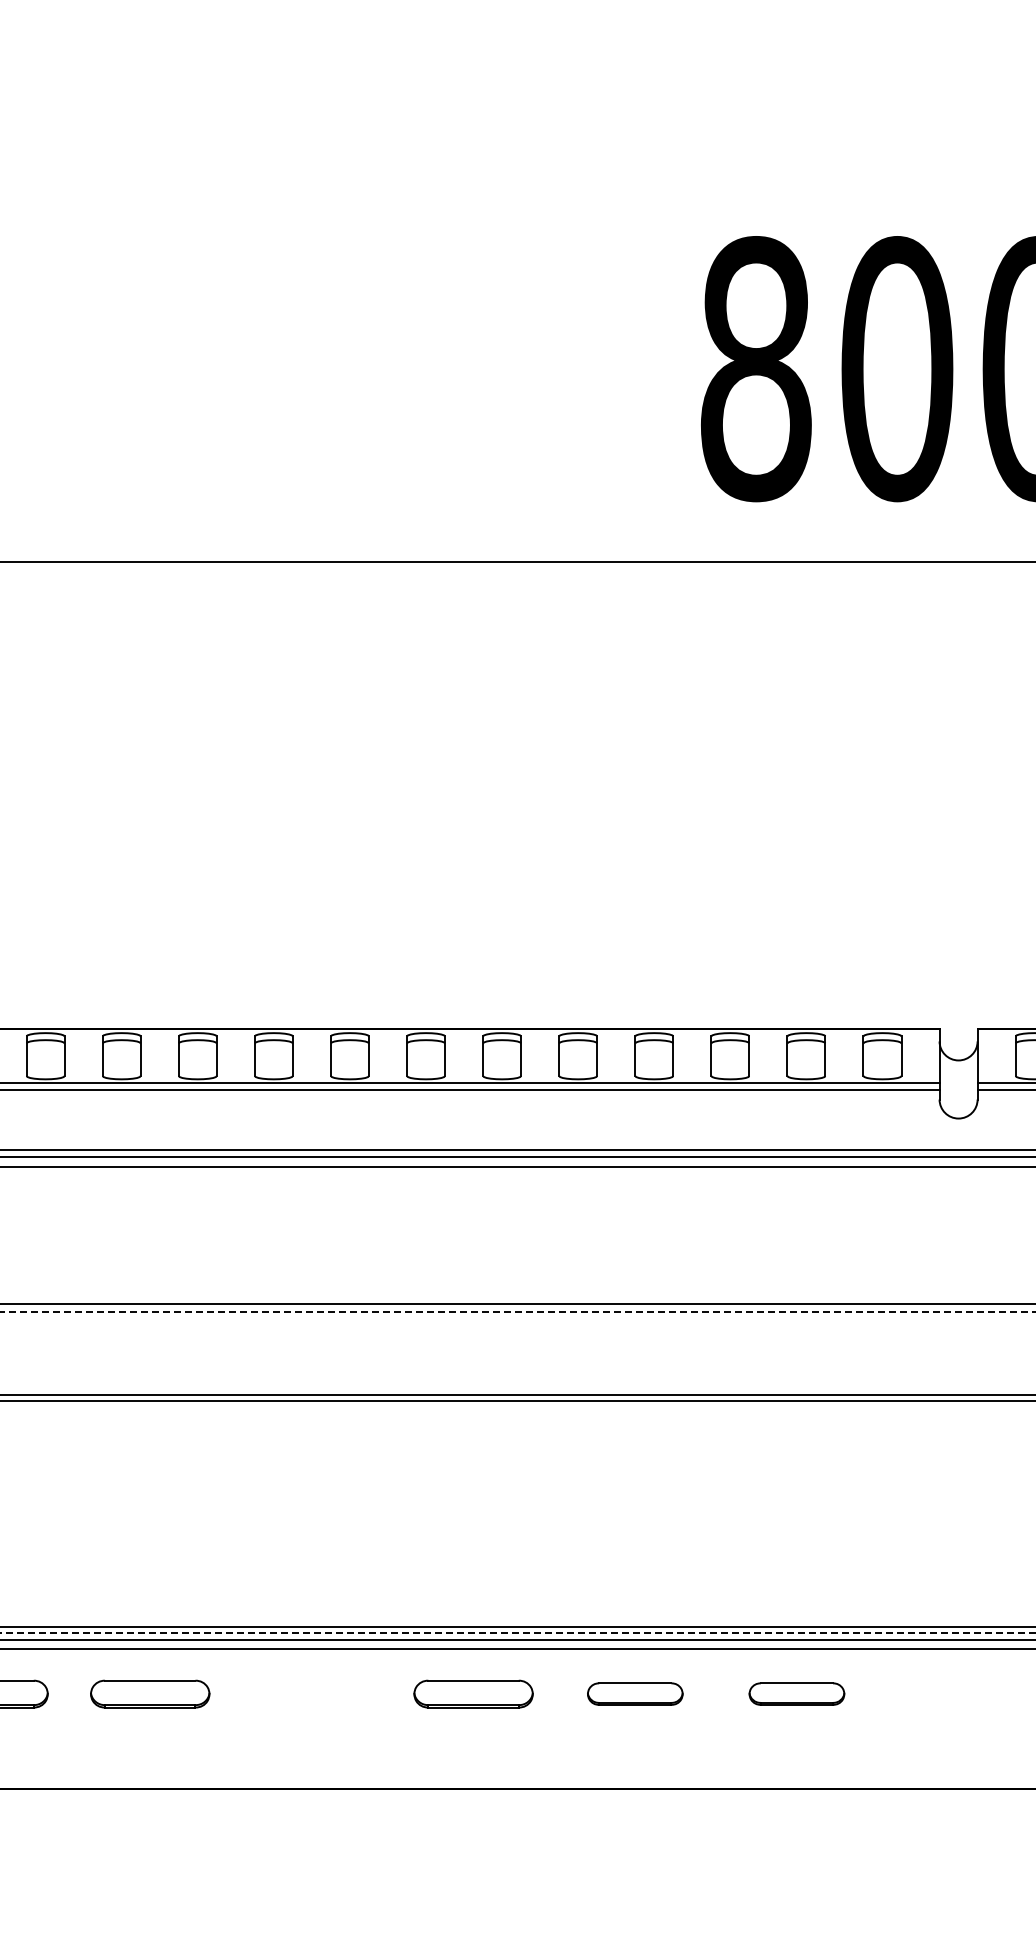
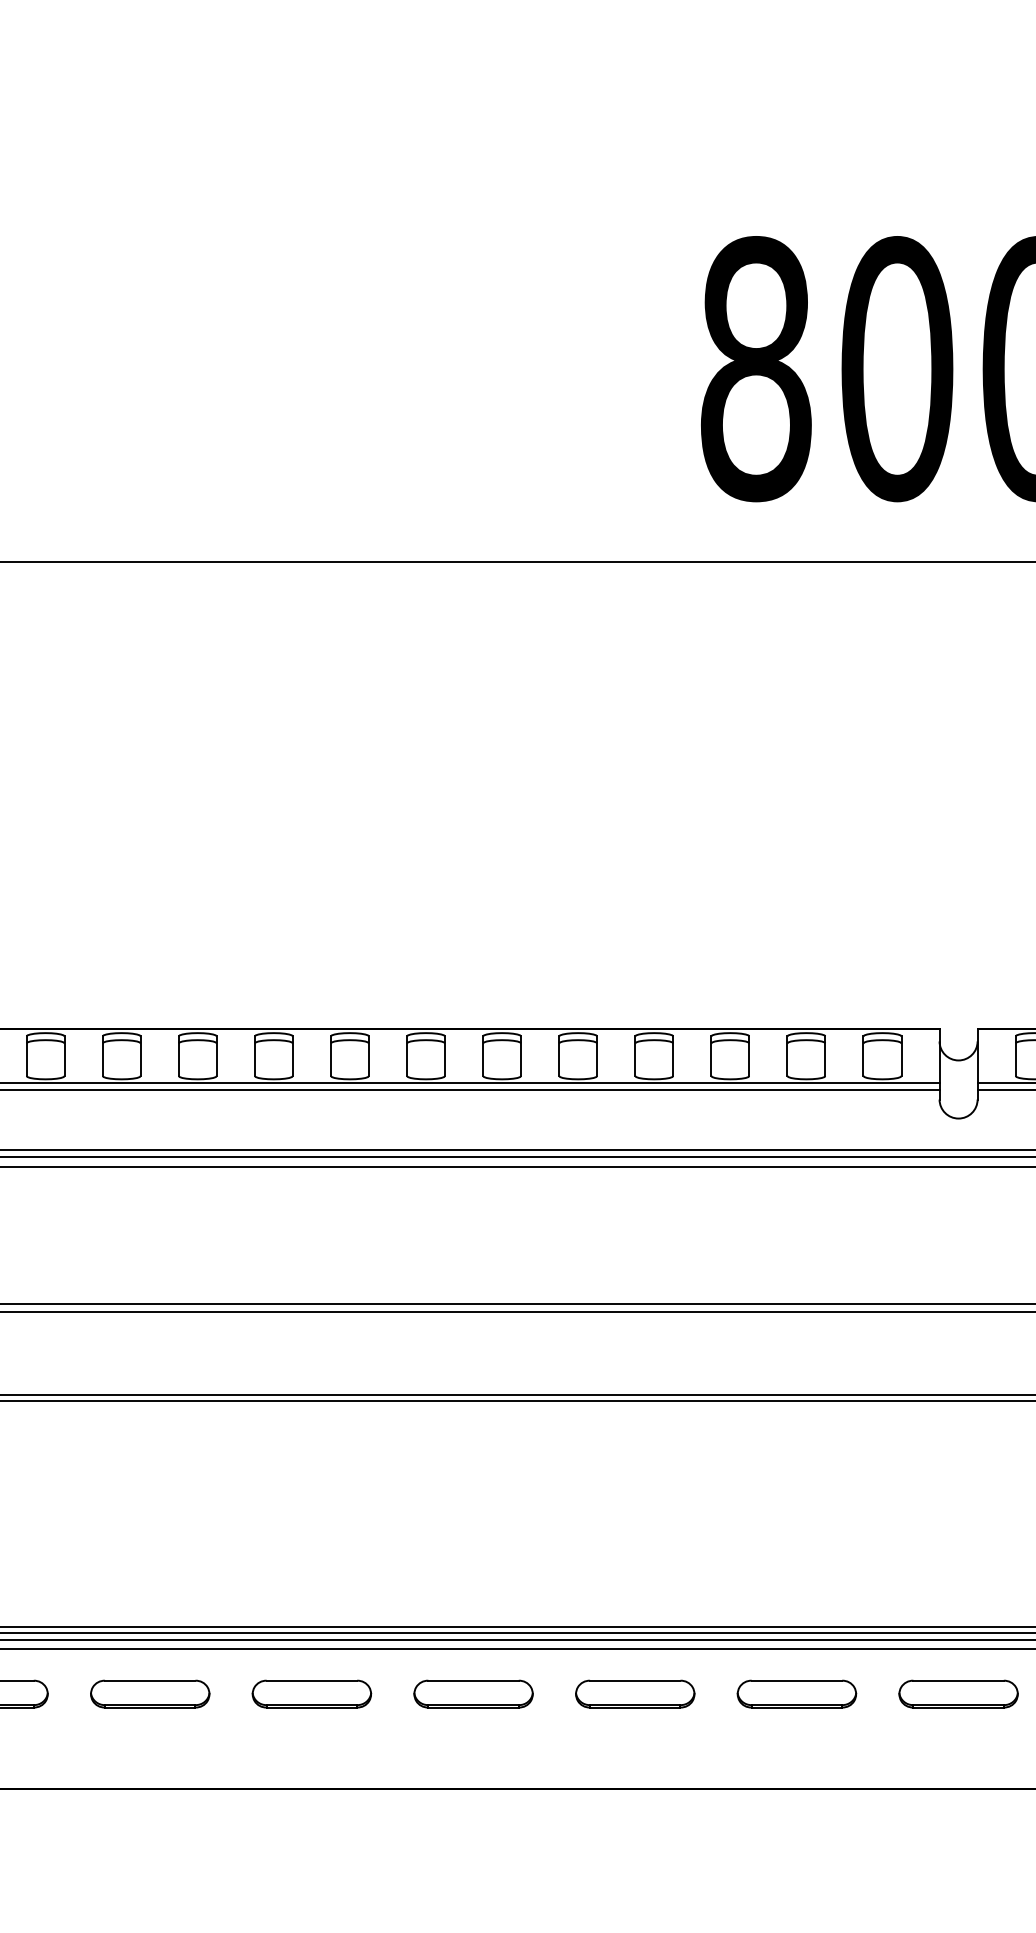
line at (517, 1311): dashed -> solid
line at (517, 1632): dashed -> solid
part at (311, 1693): none -> present
part at (635, 1693) size: 97x24 px -> 121x30 px
part at (796, 1693) size: 98x24 px -> 122x30 px
part at (958, 1693): none -> present
